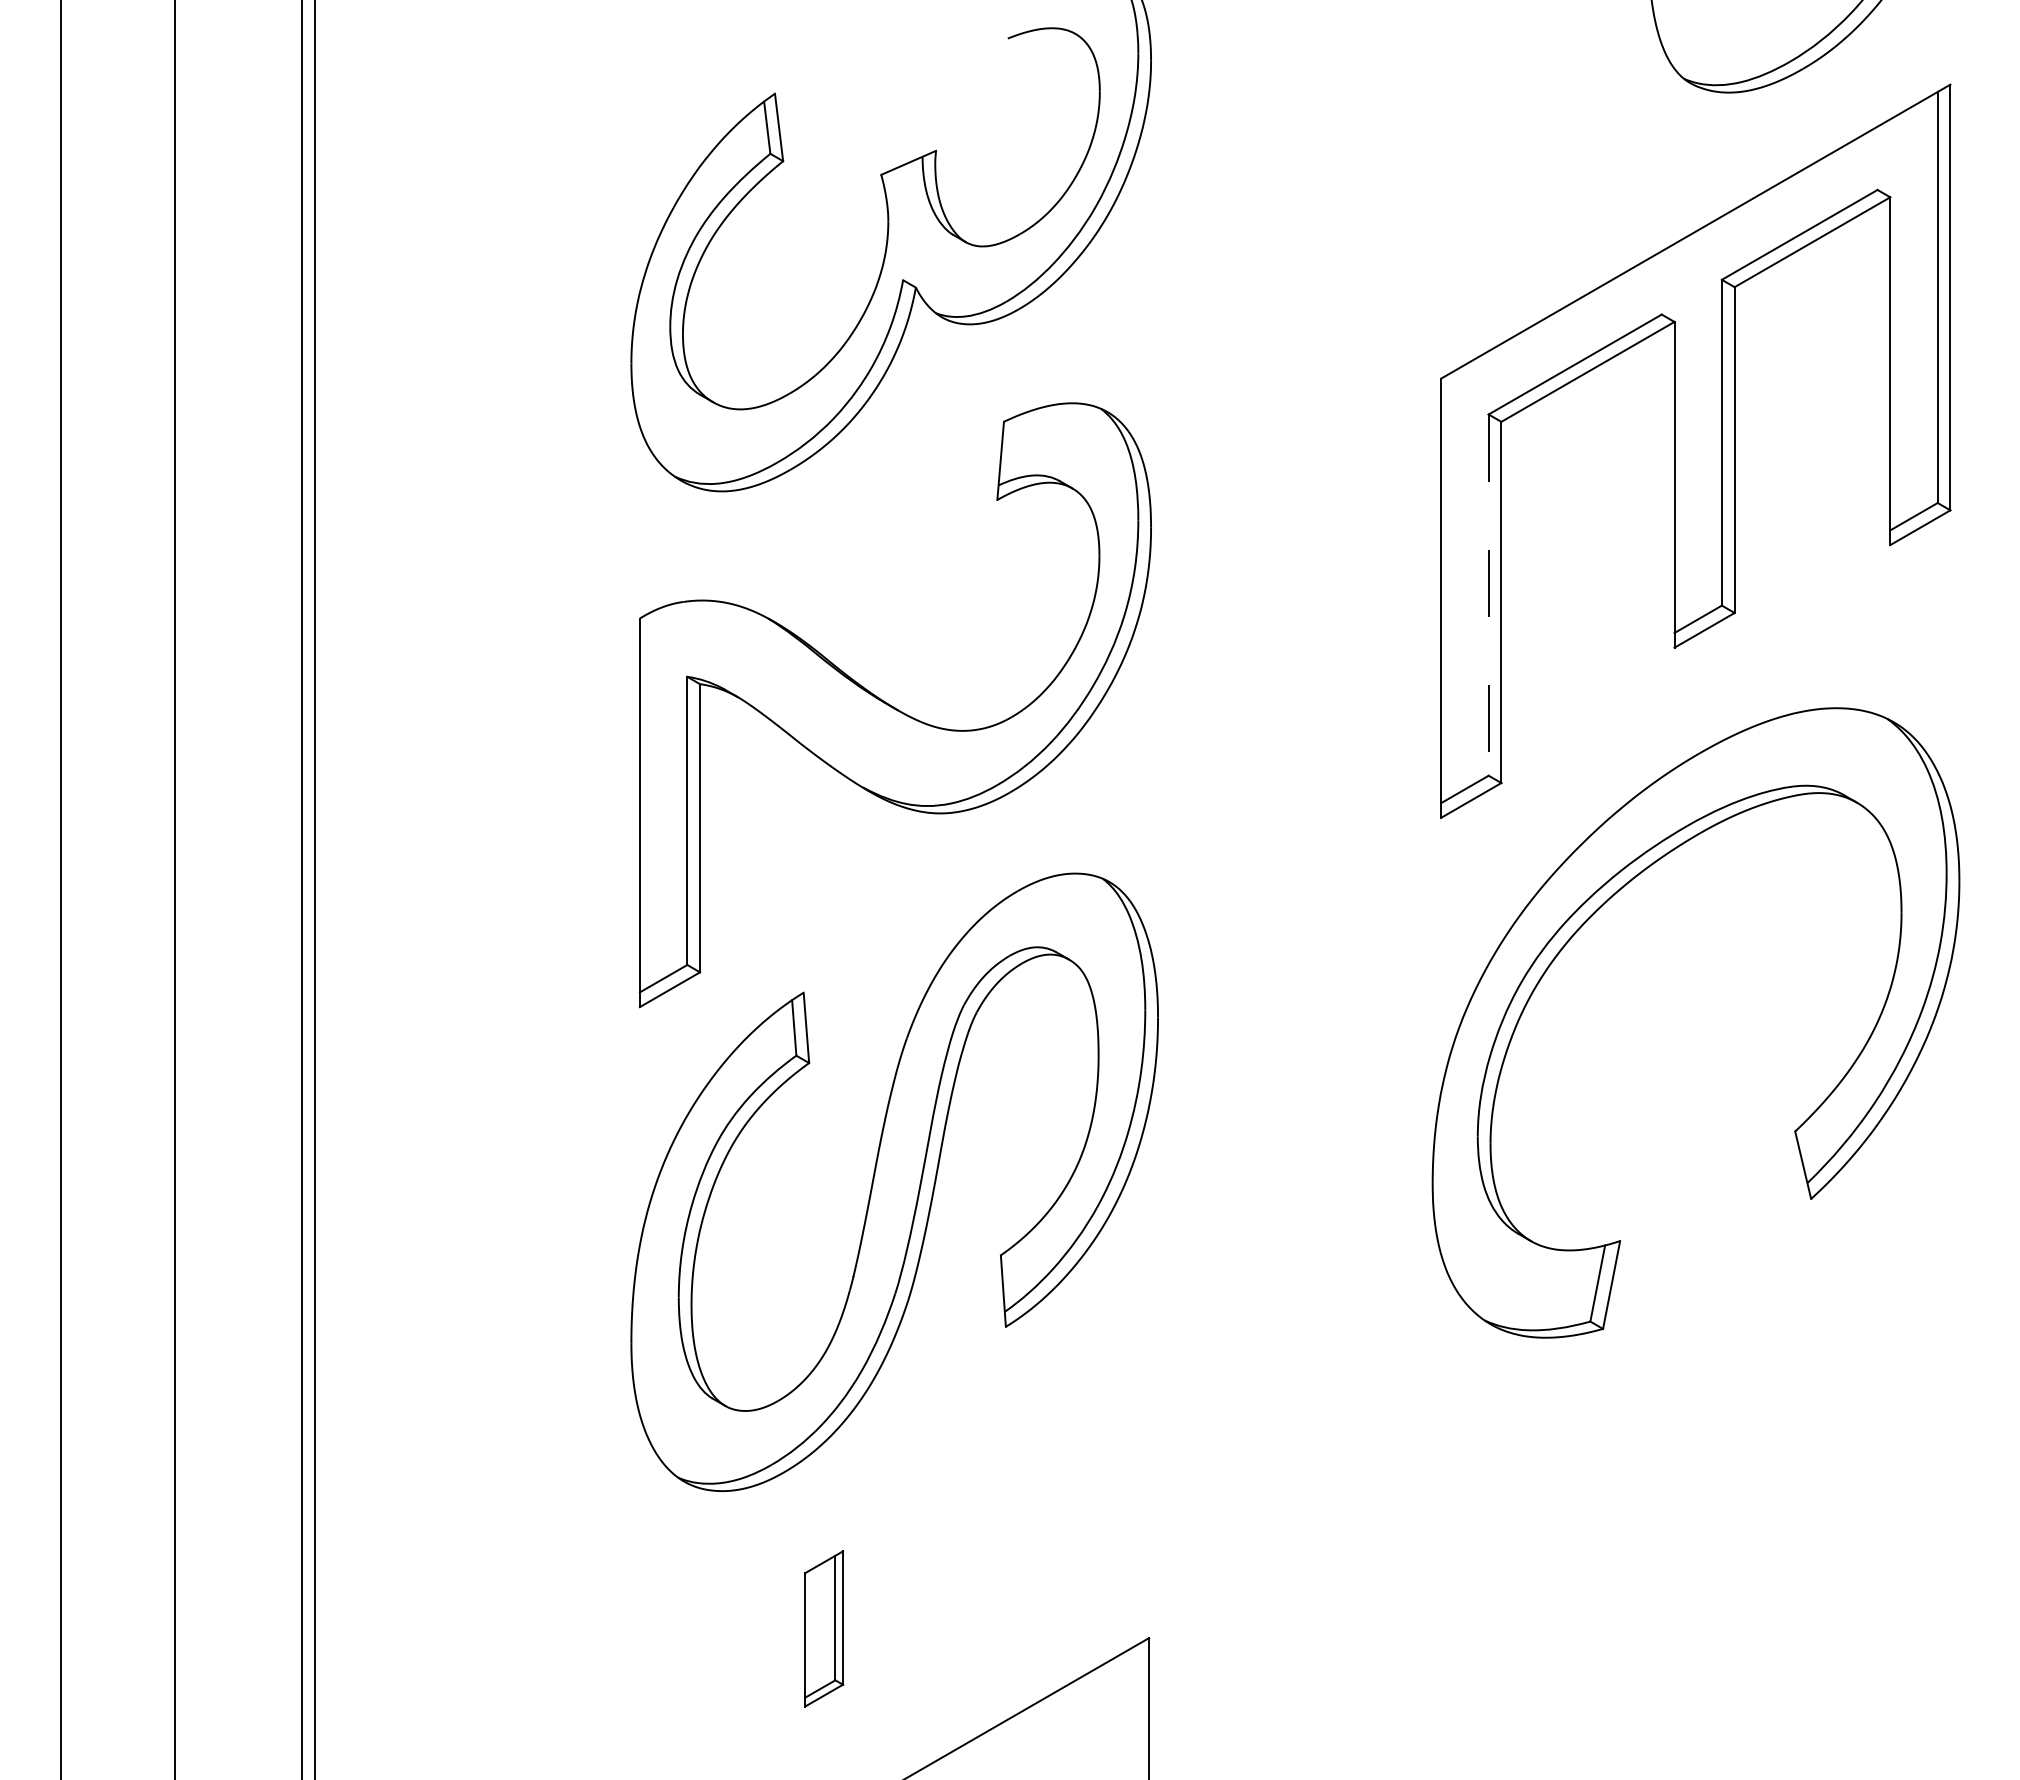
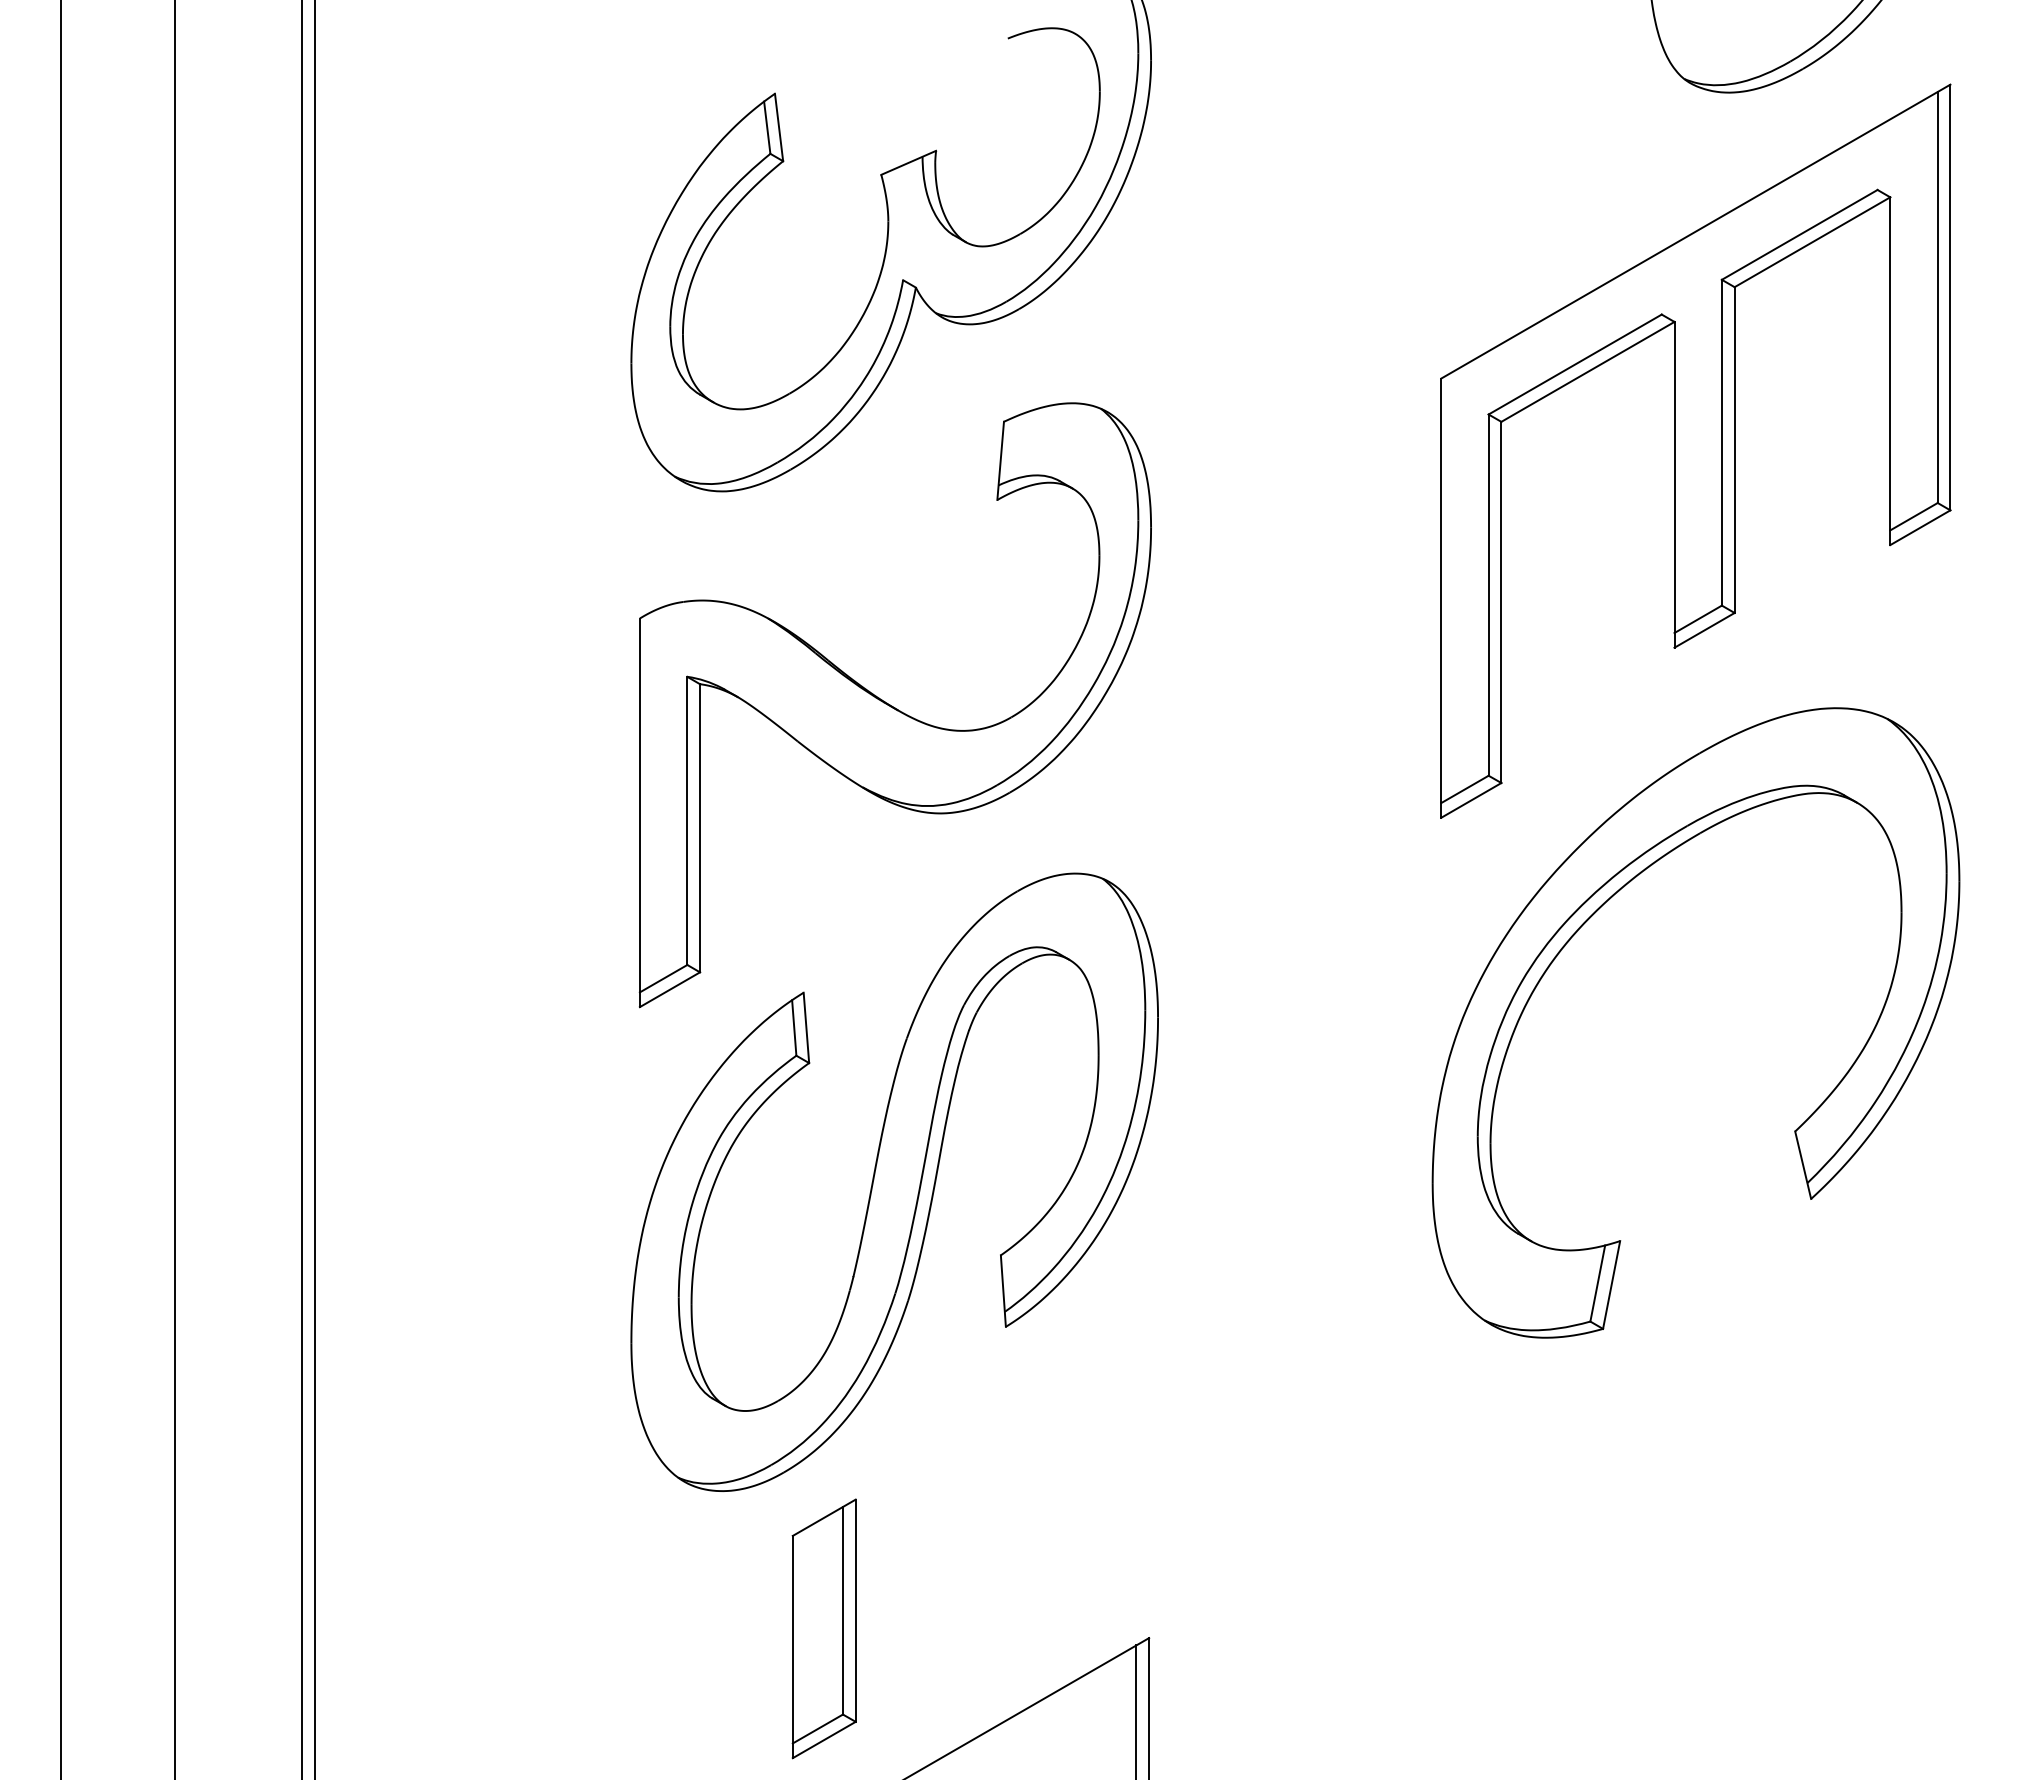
line at (1488, 595): dashed -> solid
part at (824, 1628) size: 41x158 px -> 66x262 px
line at (1136, 1710): none -> present
